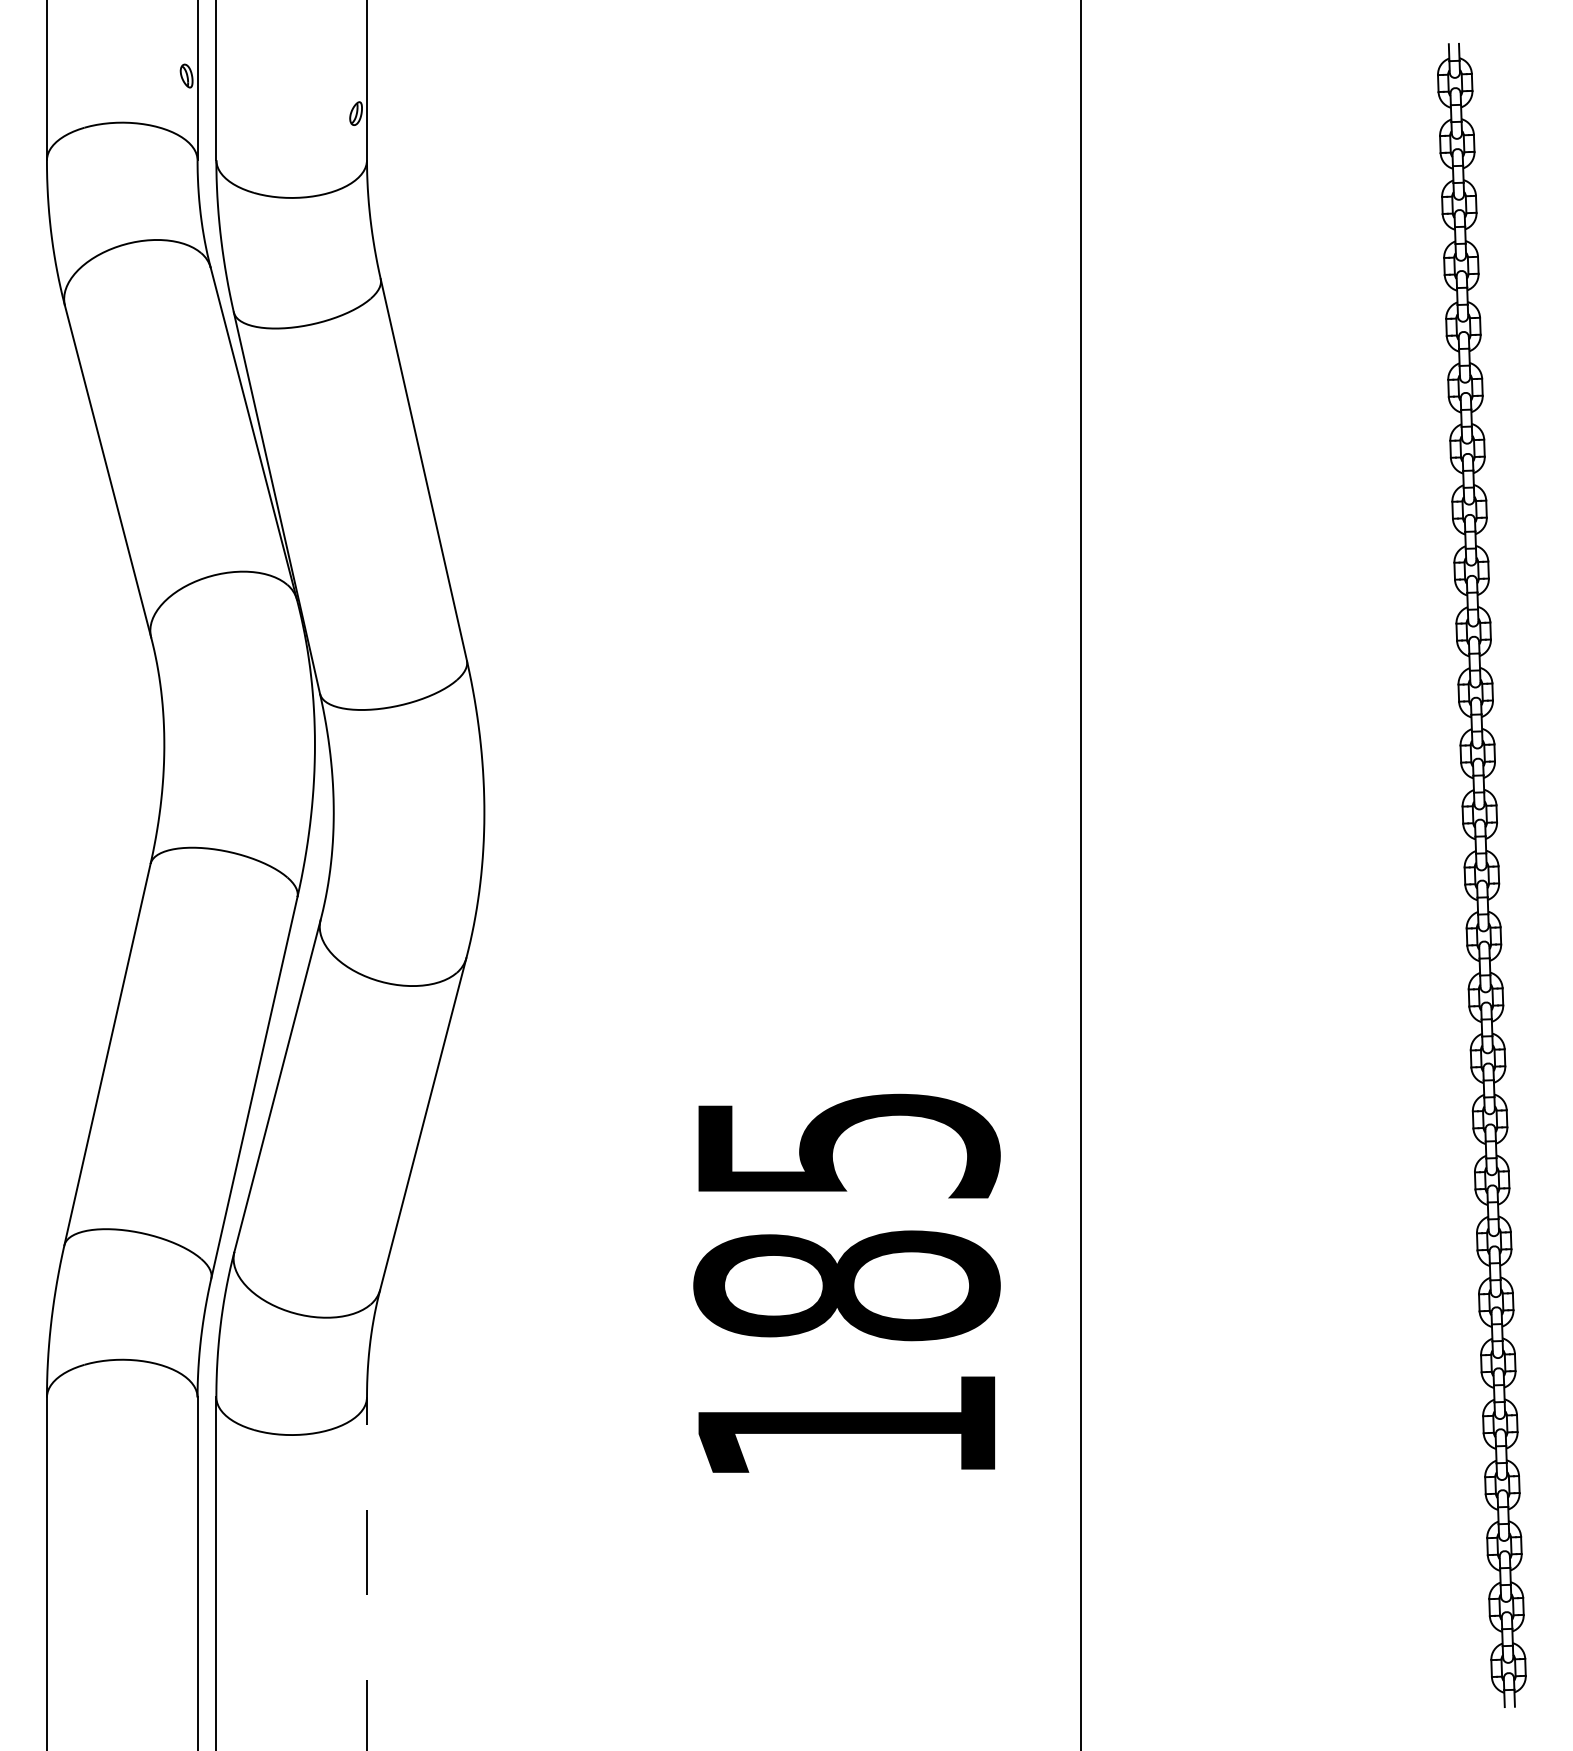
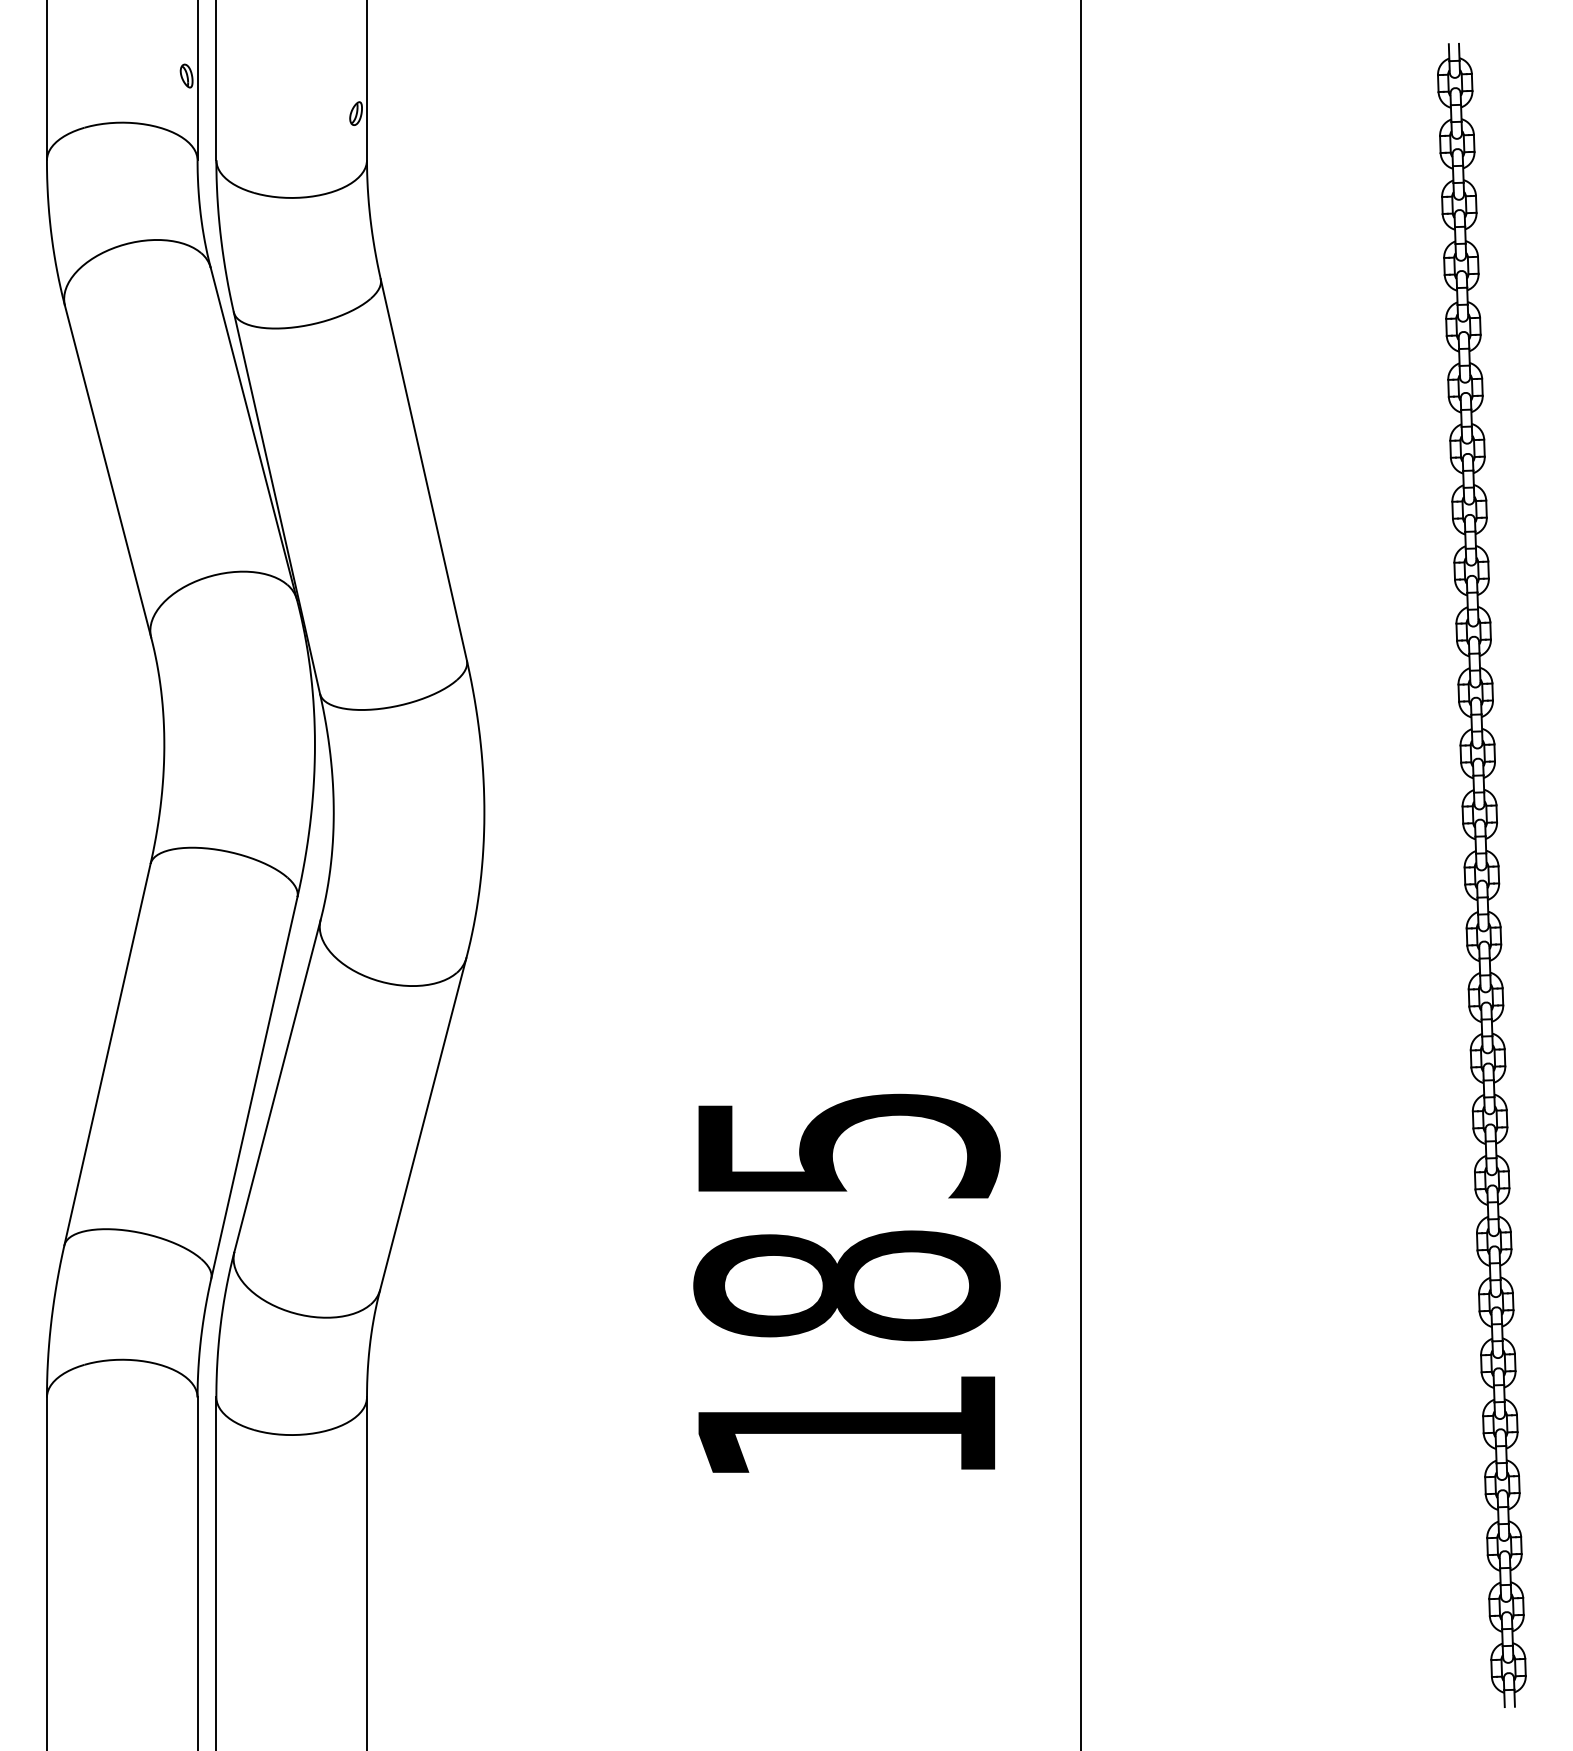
line at (367, 1573): dashed -> solid
